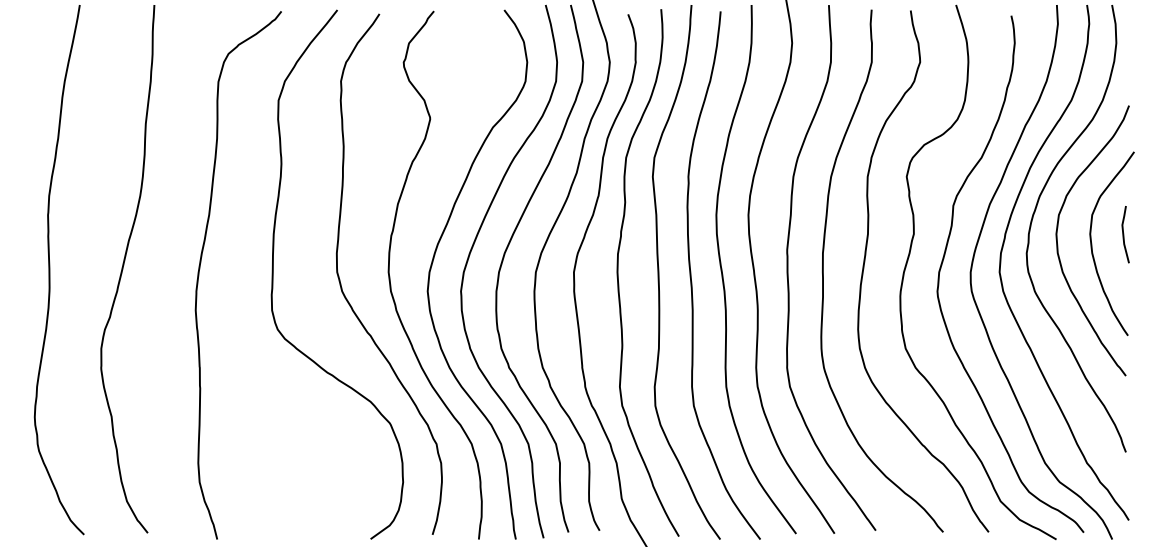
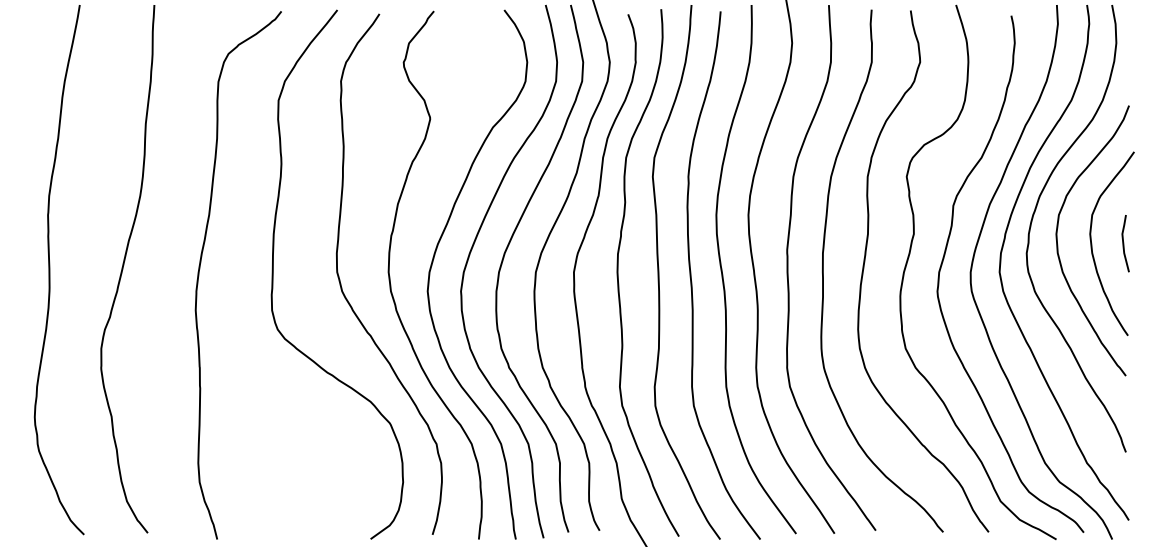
line at (1124, 234) position: (1124, 234) -> (1124, 243)
